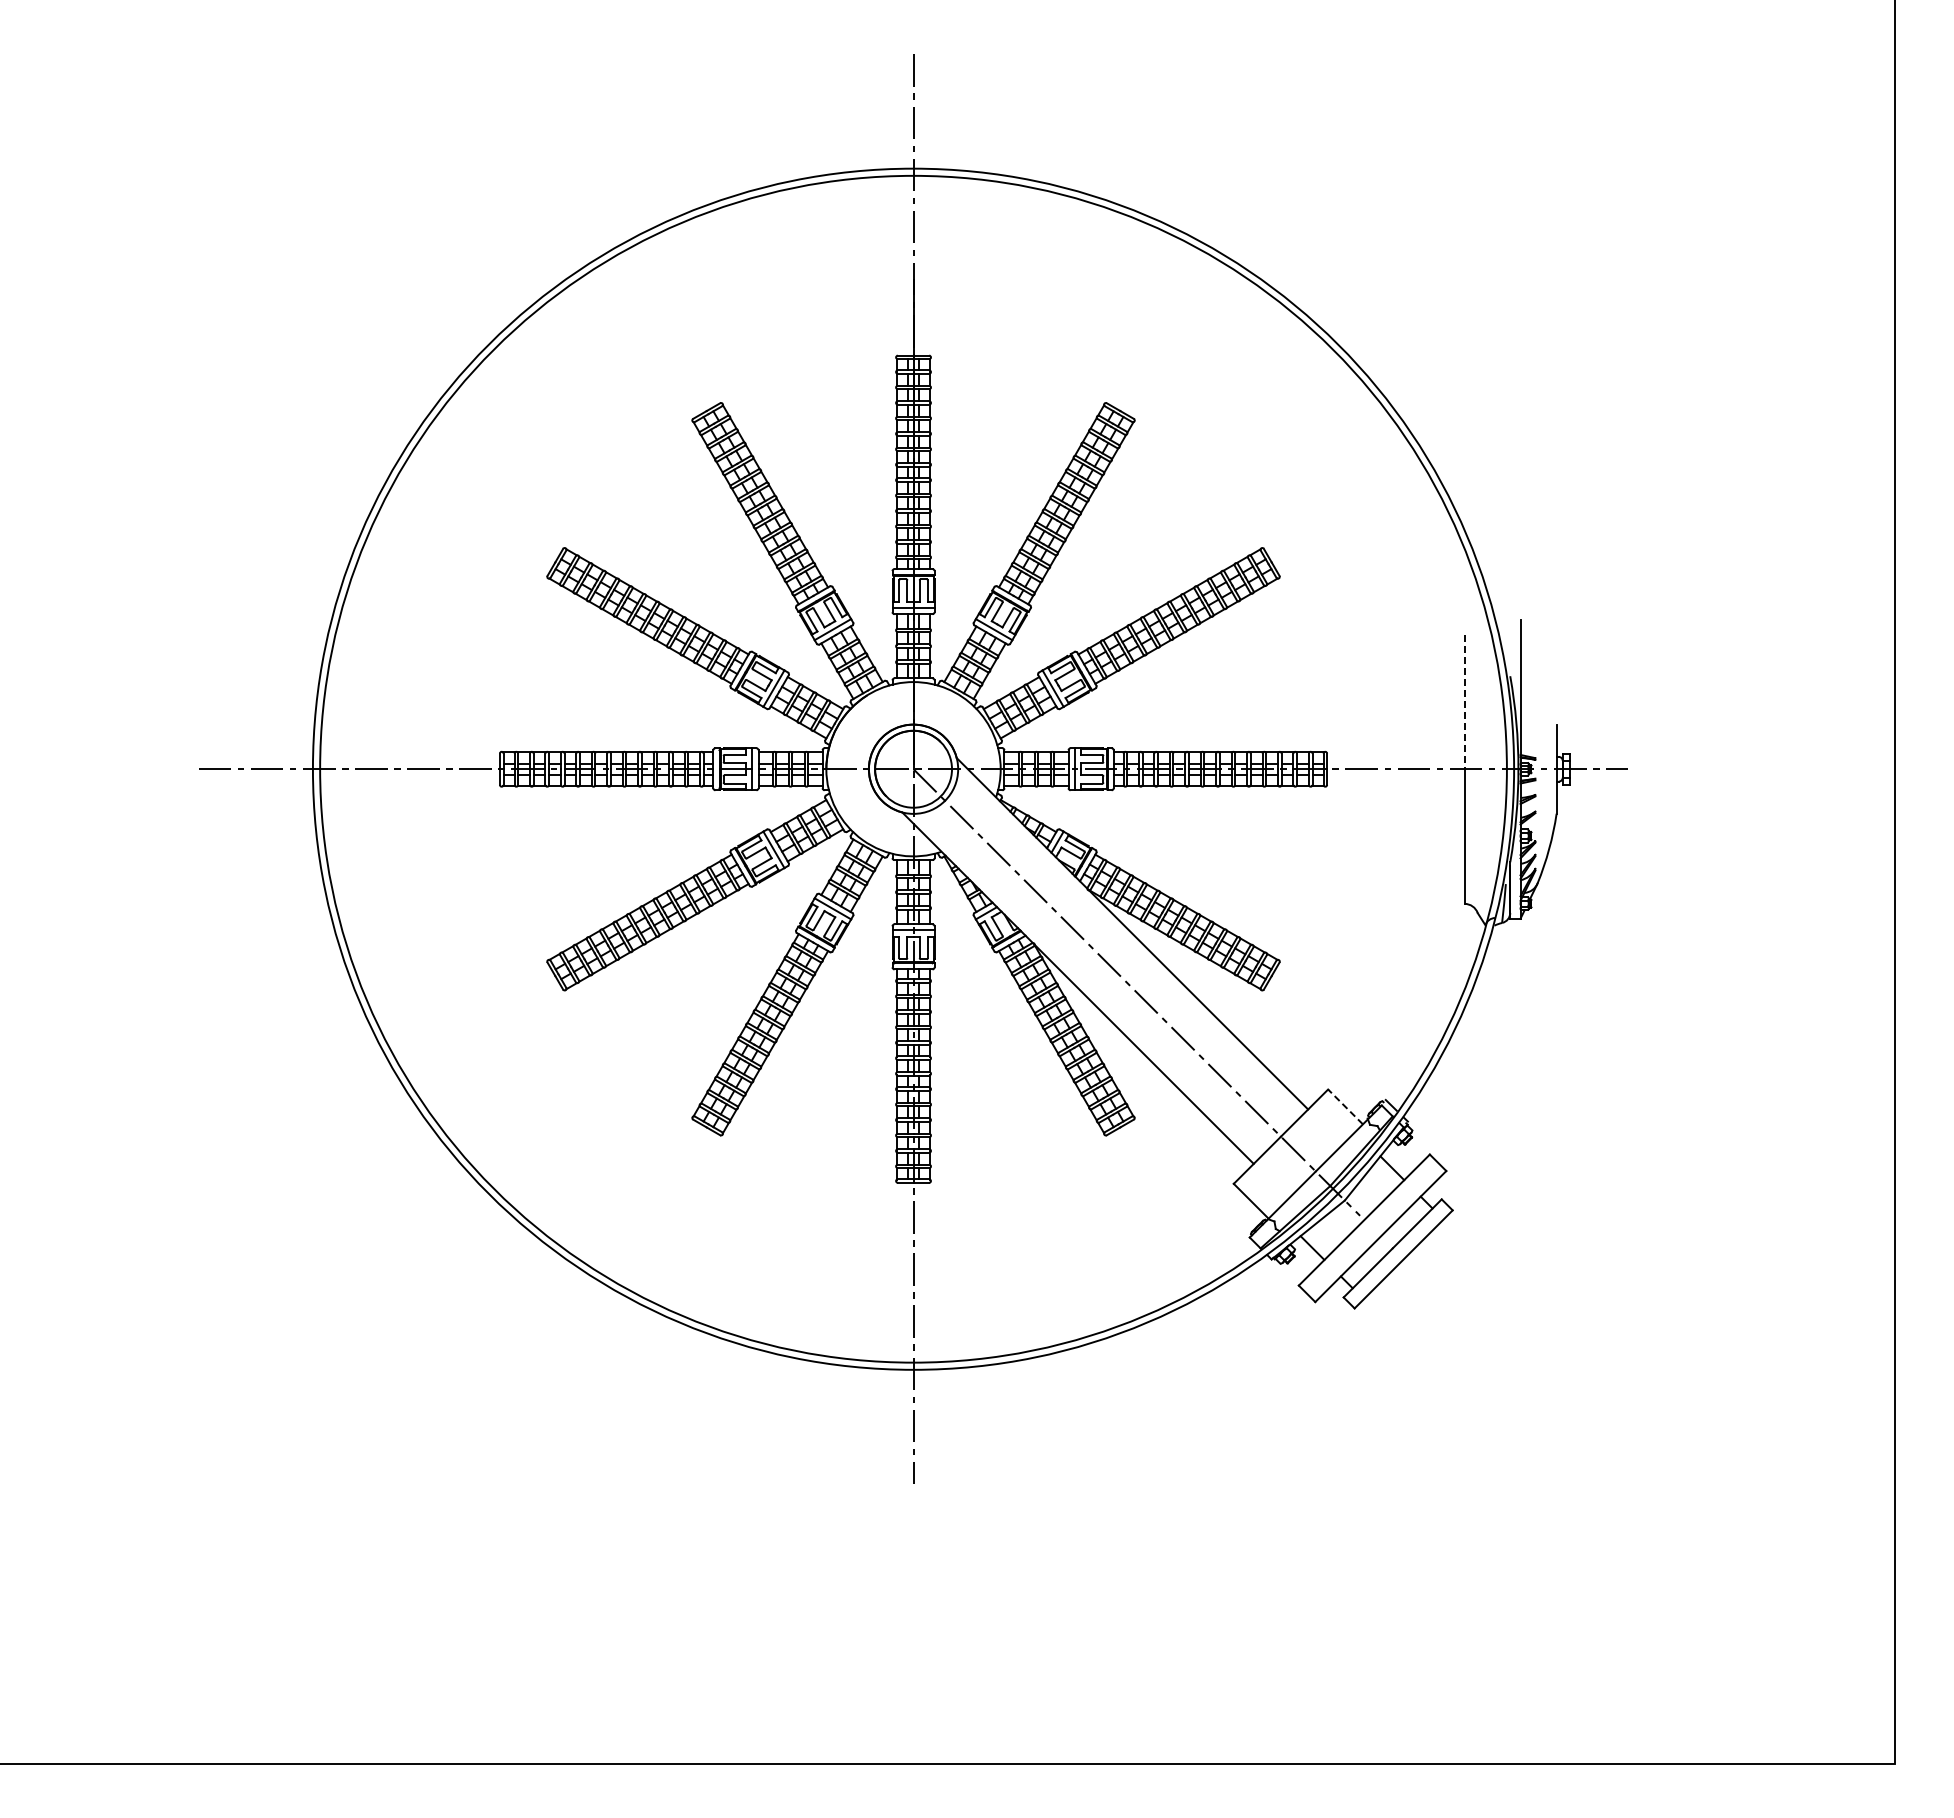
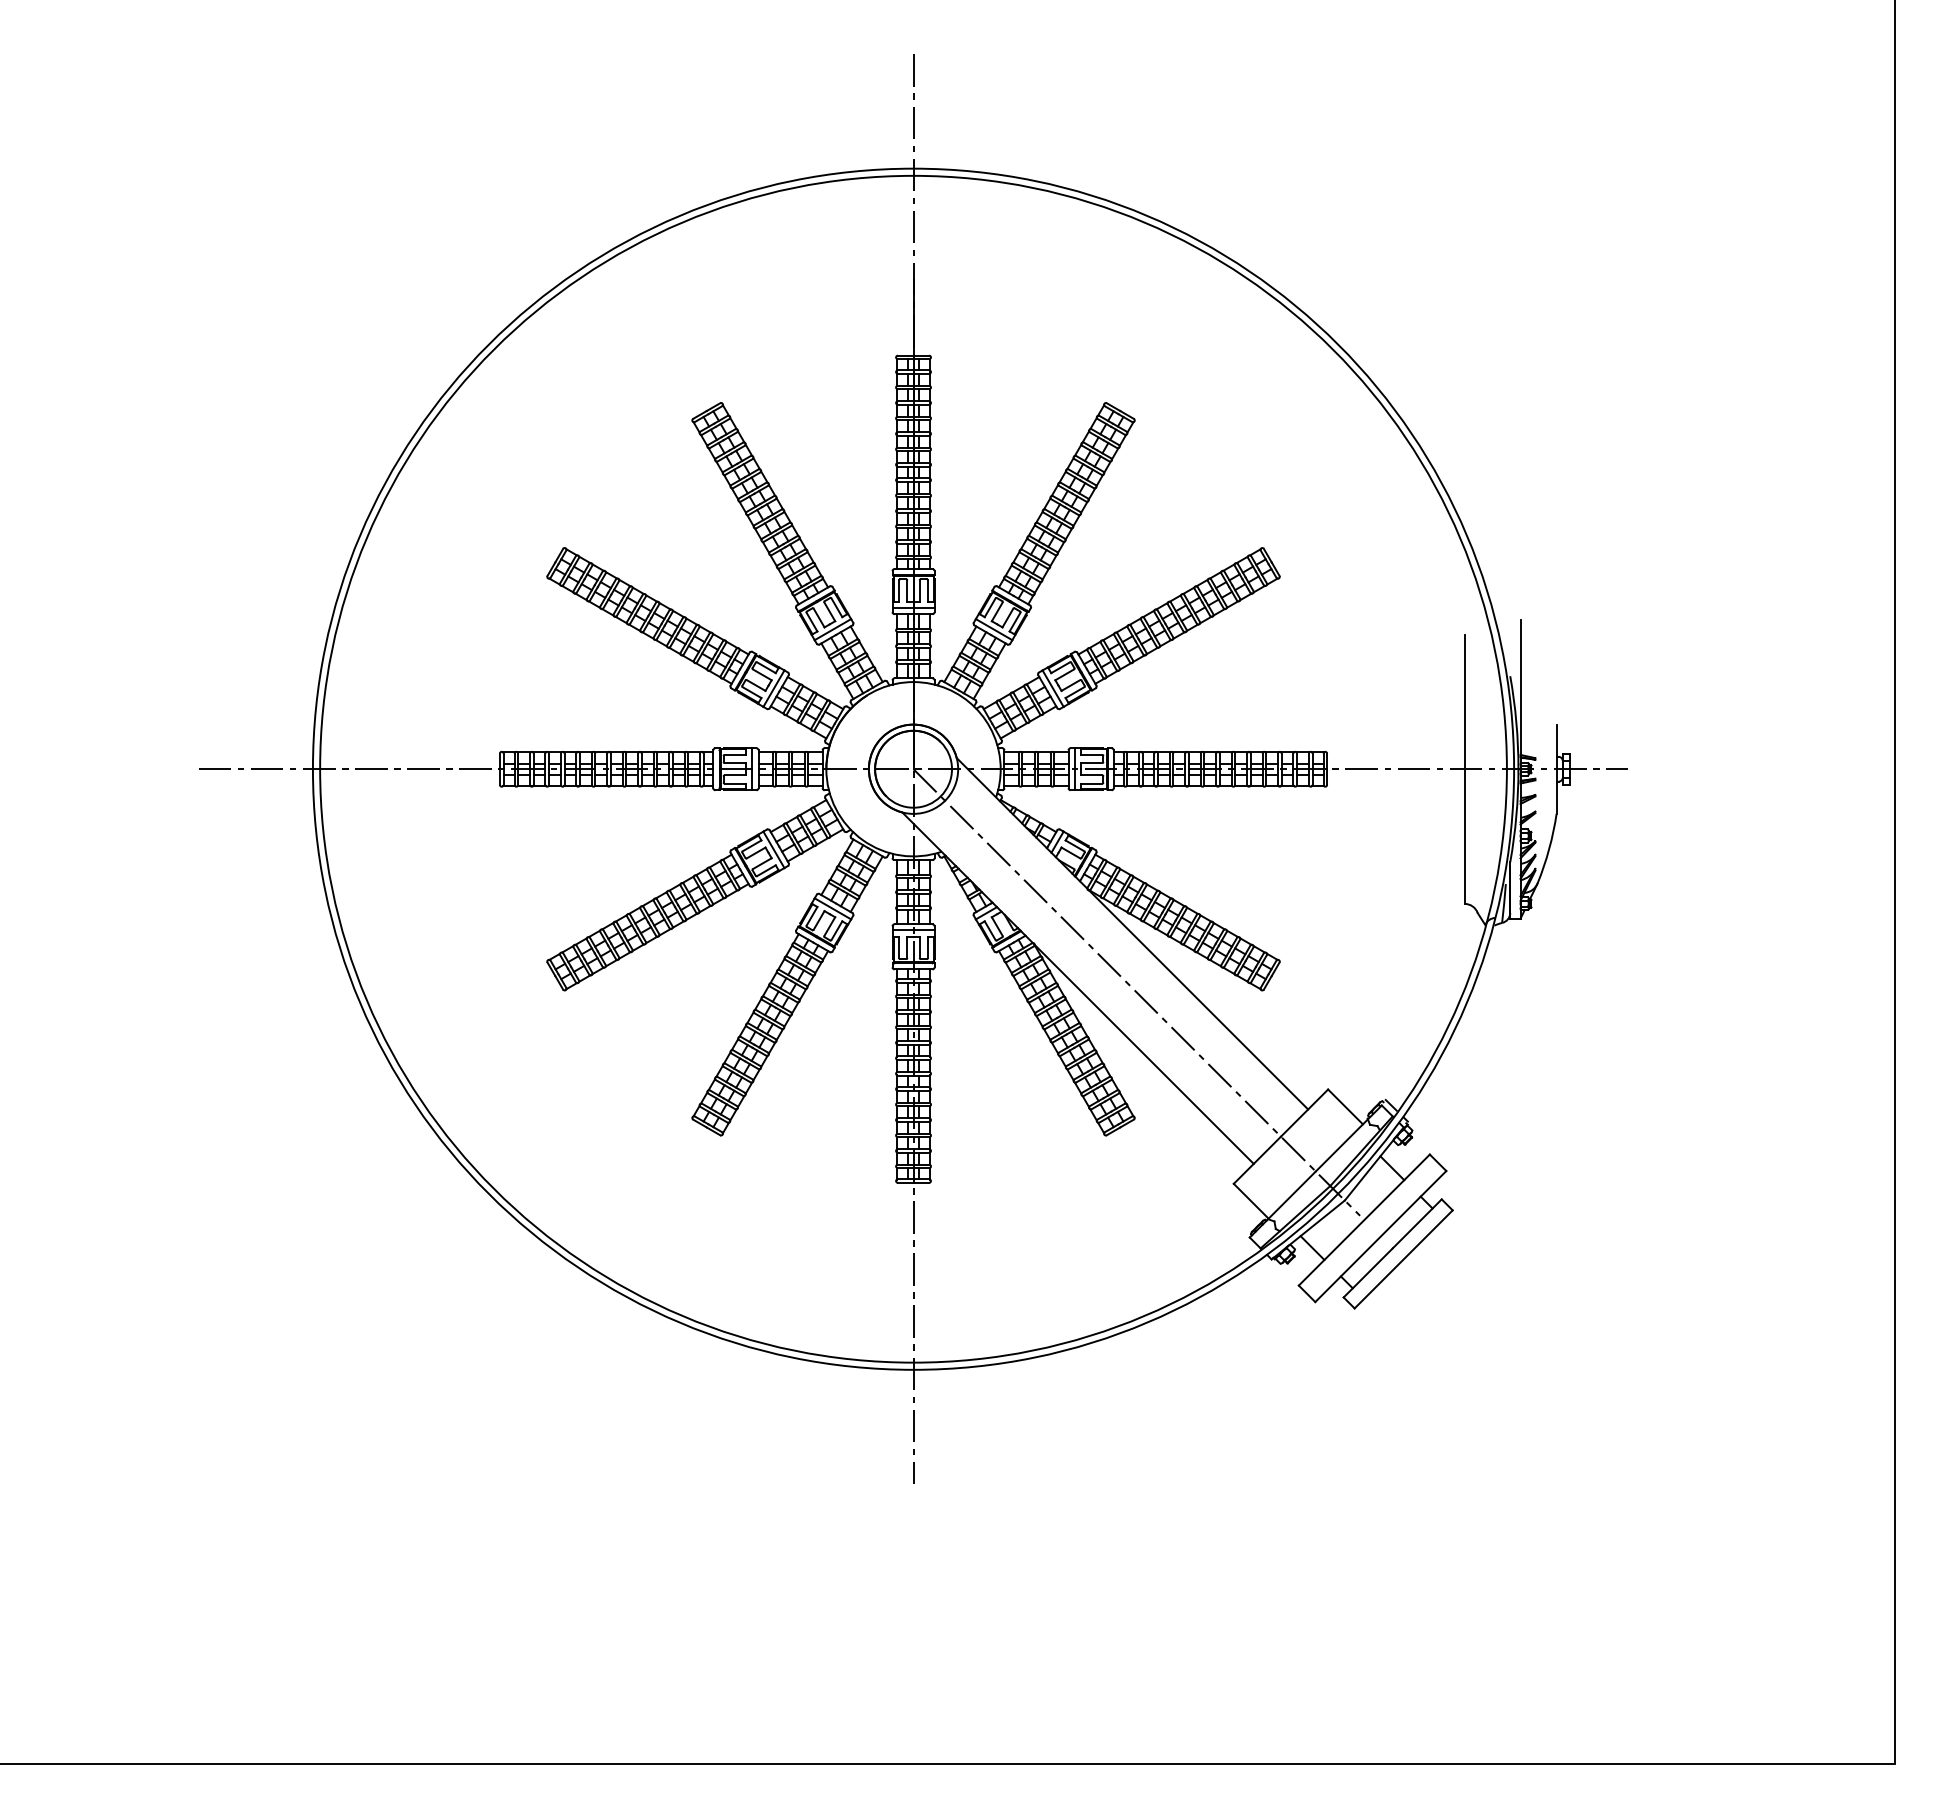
line at (1464, 702): dashed -> solid
line at (1345, 1106): dashed -> solid
